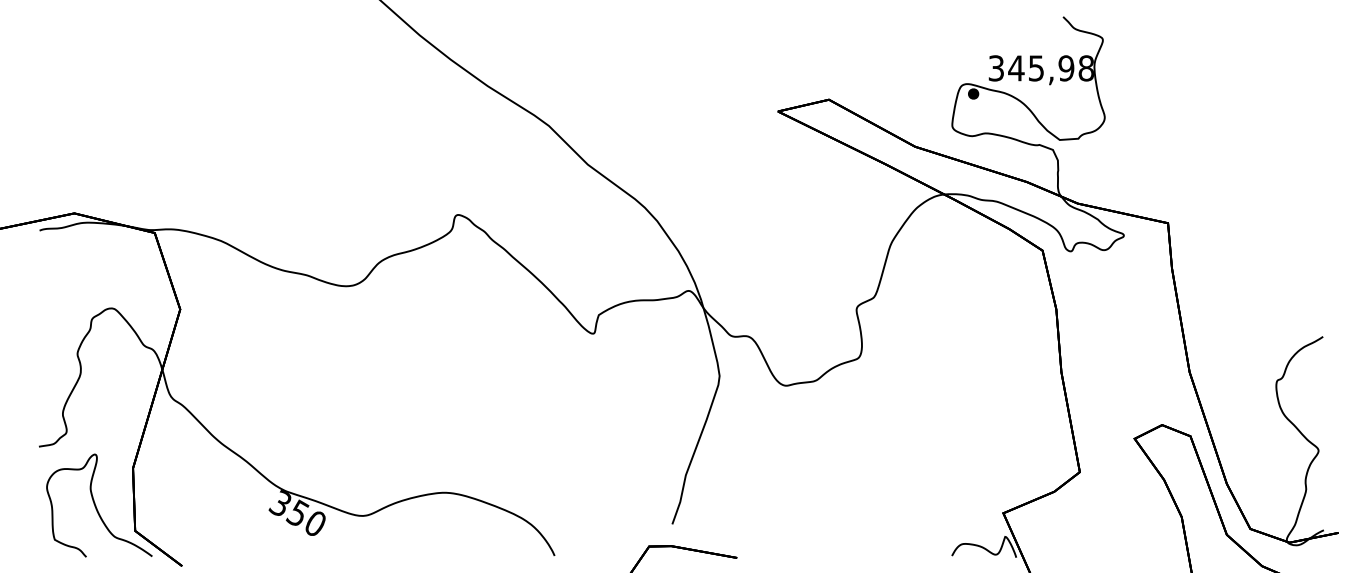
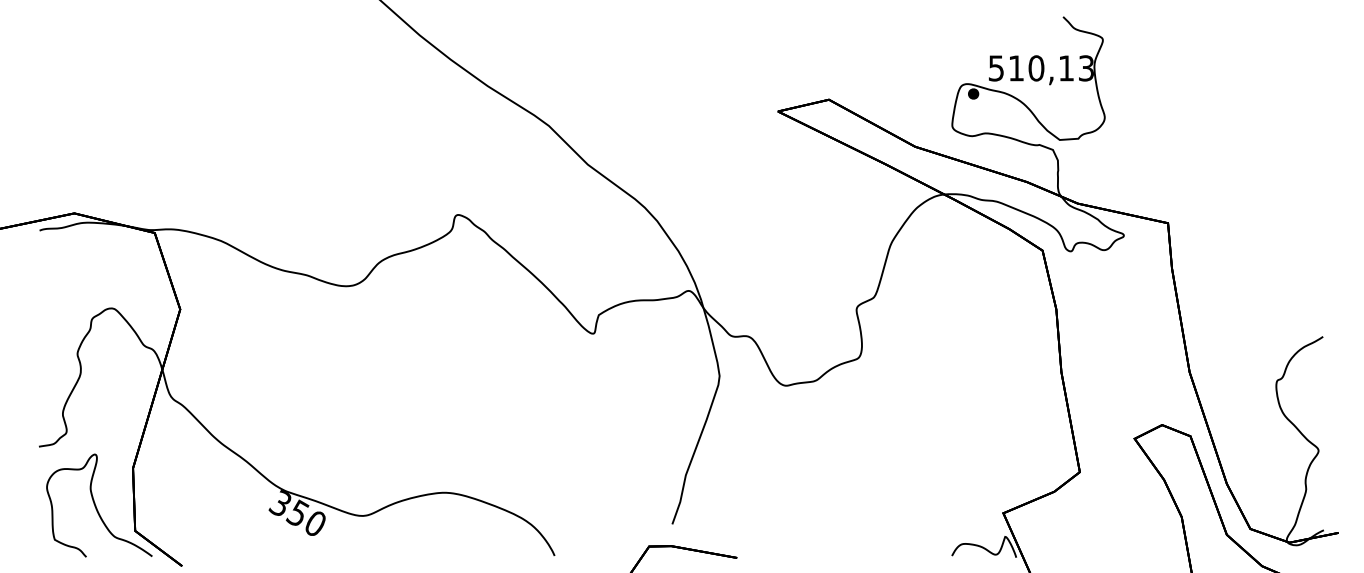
text at (1041, 68): 345,98 -> 510,13
